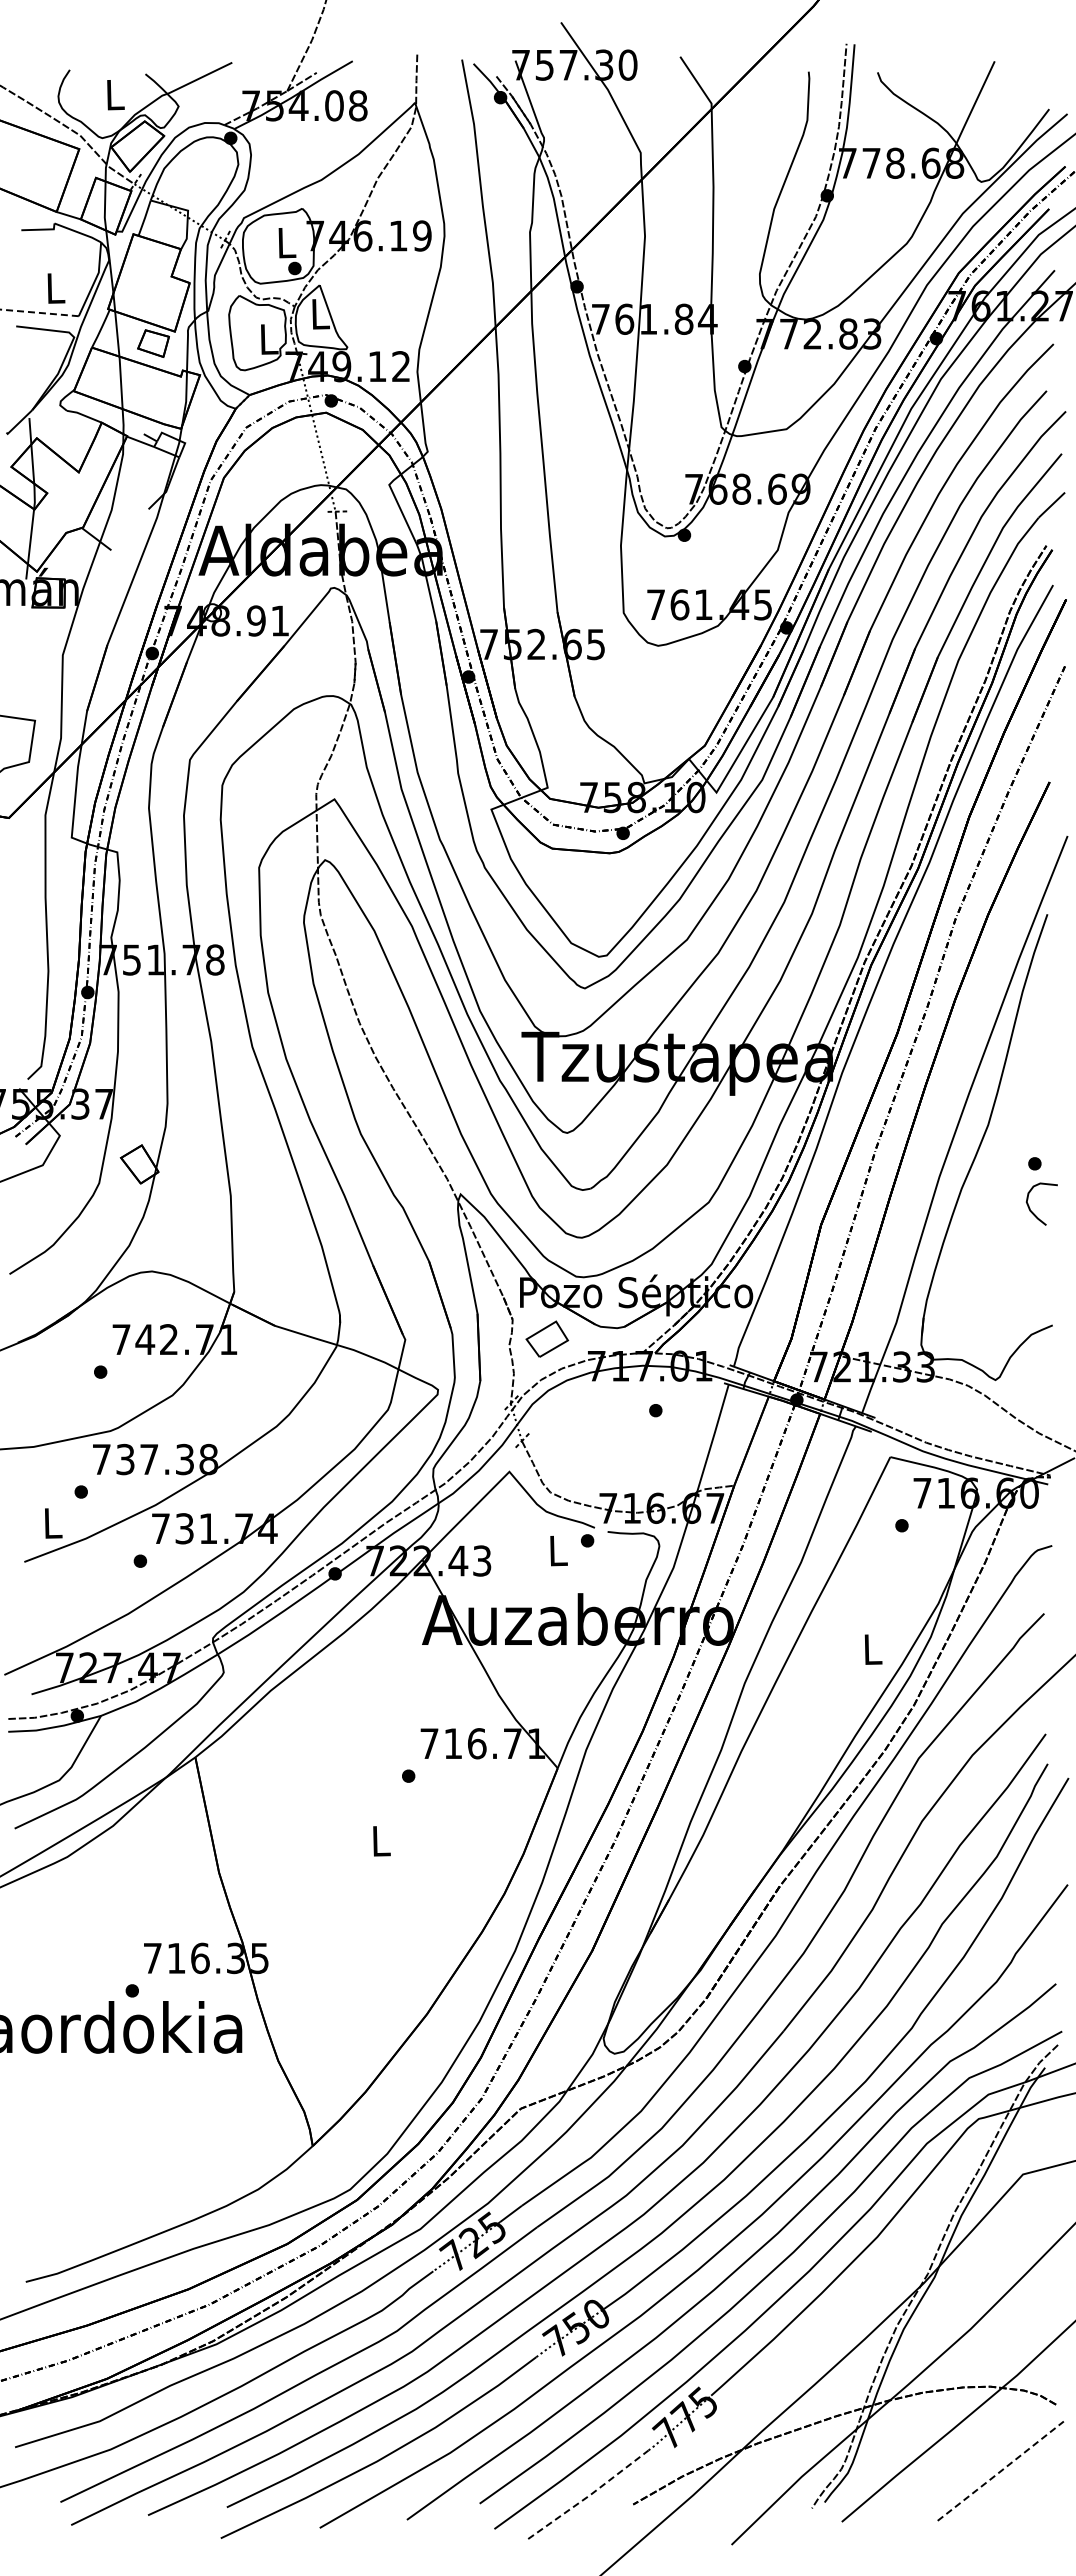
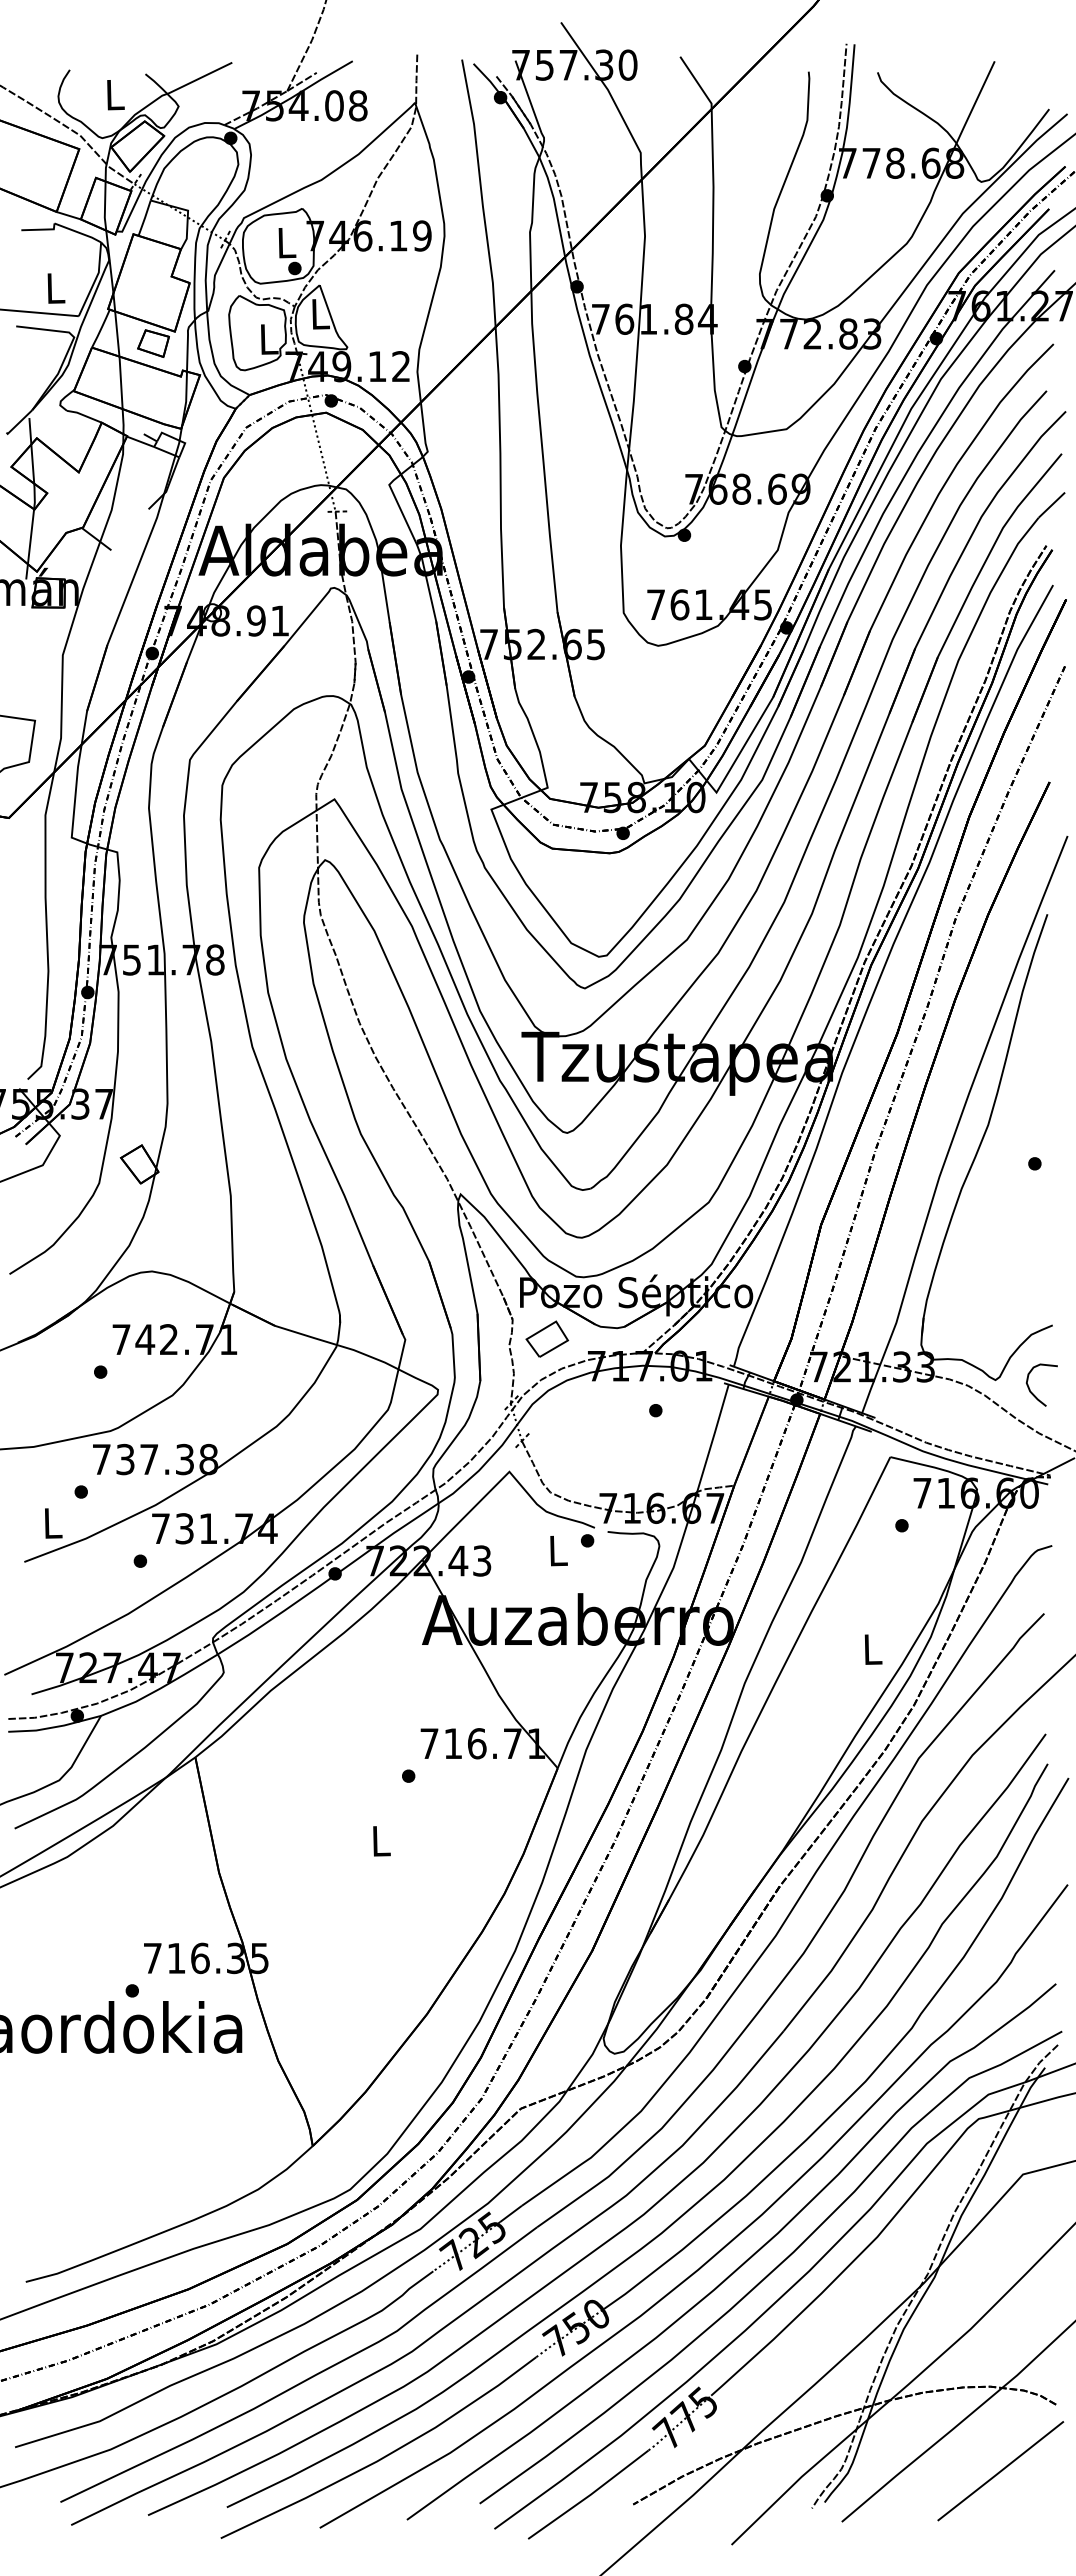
line at (39, 312): dashed -> solid
curve at (1032, 1211) position: (1032, 1211) -> (1032, 1392)
line at (1000, 2471): dashed -> solid
line at (589, 2495): dashed -> solid
